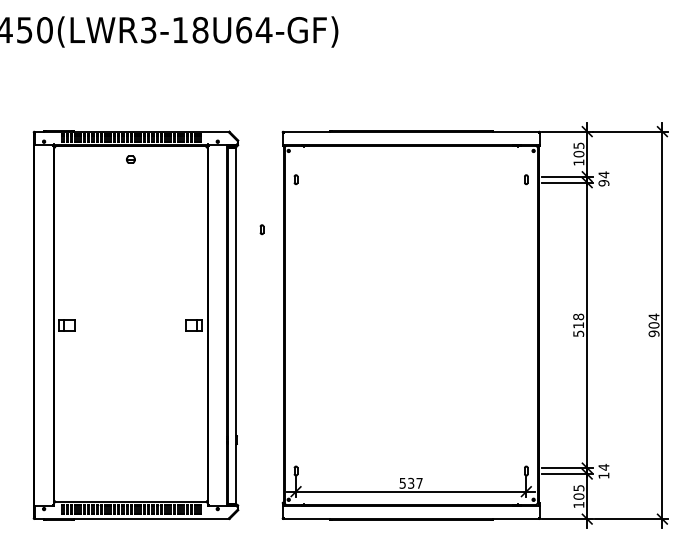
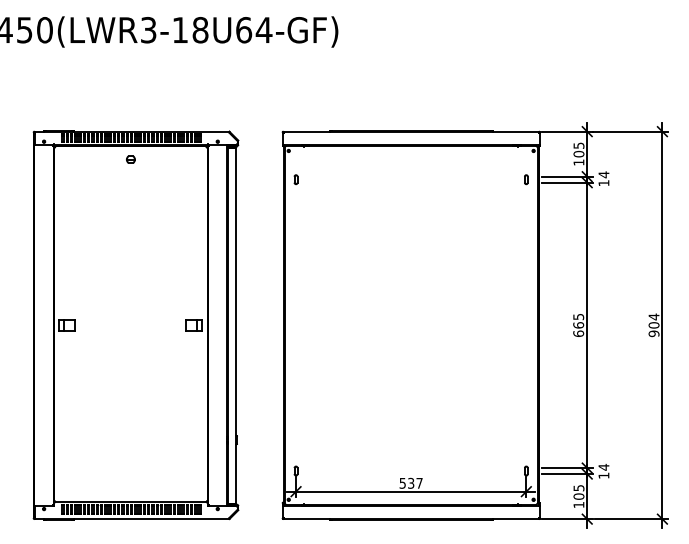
text at (603, 183): 94 -> 14
part at (261, 229): present -> none
text at (578, 324): 518 -> 665
